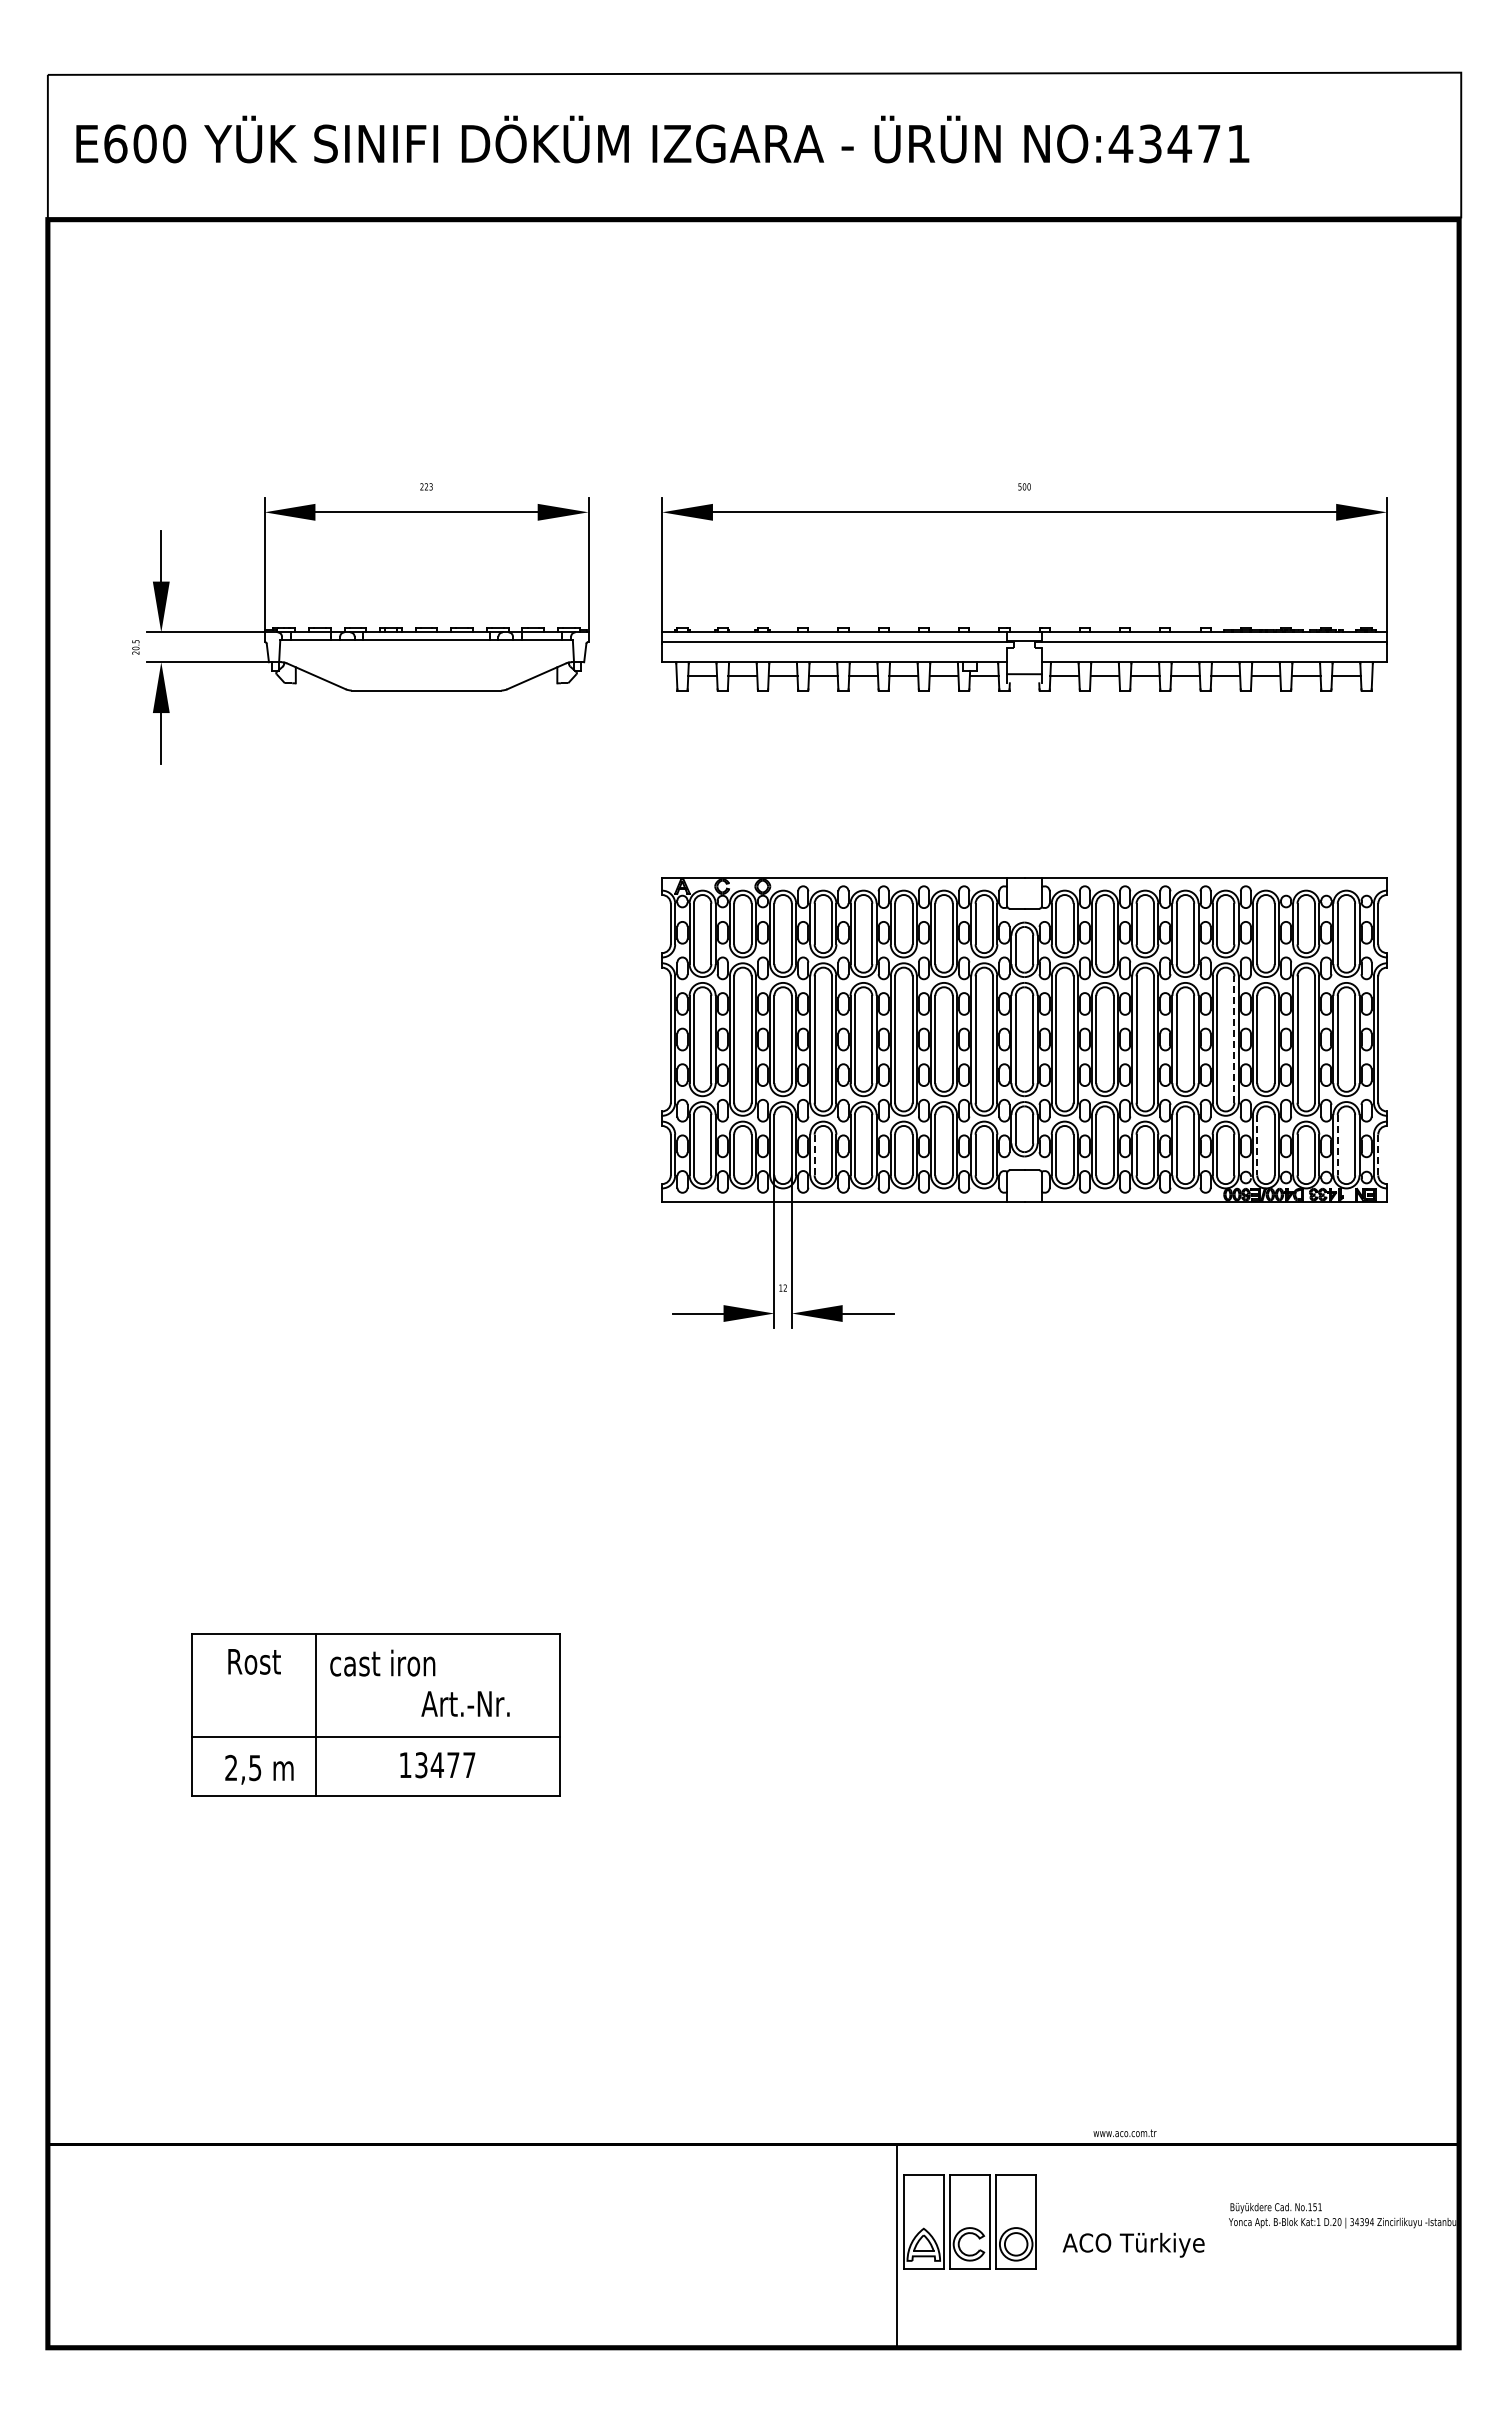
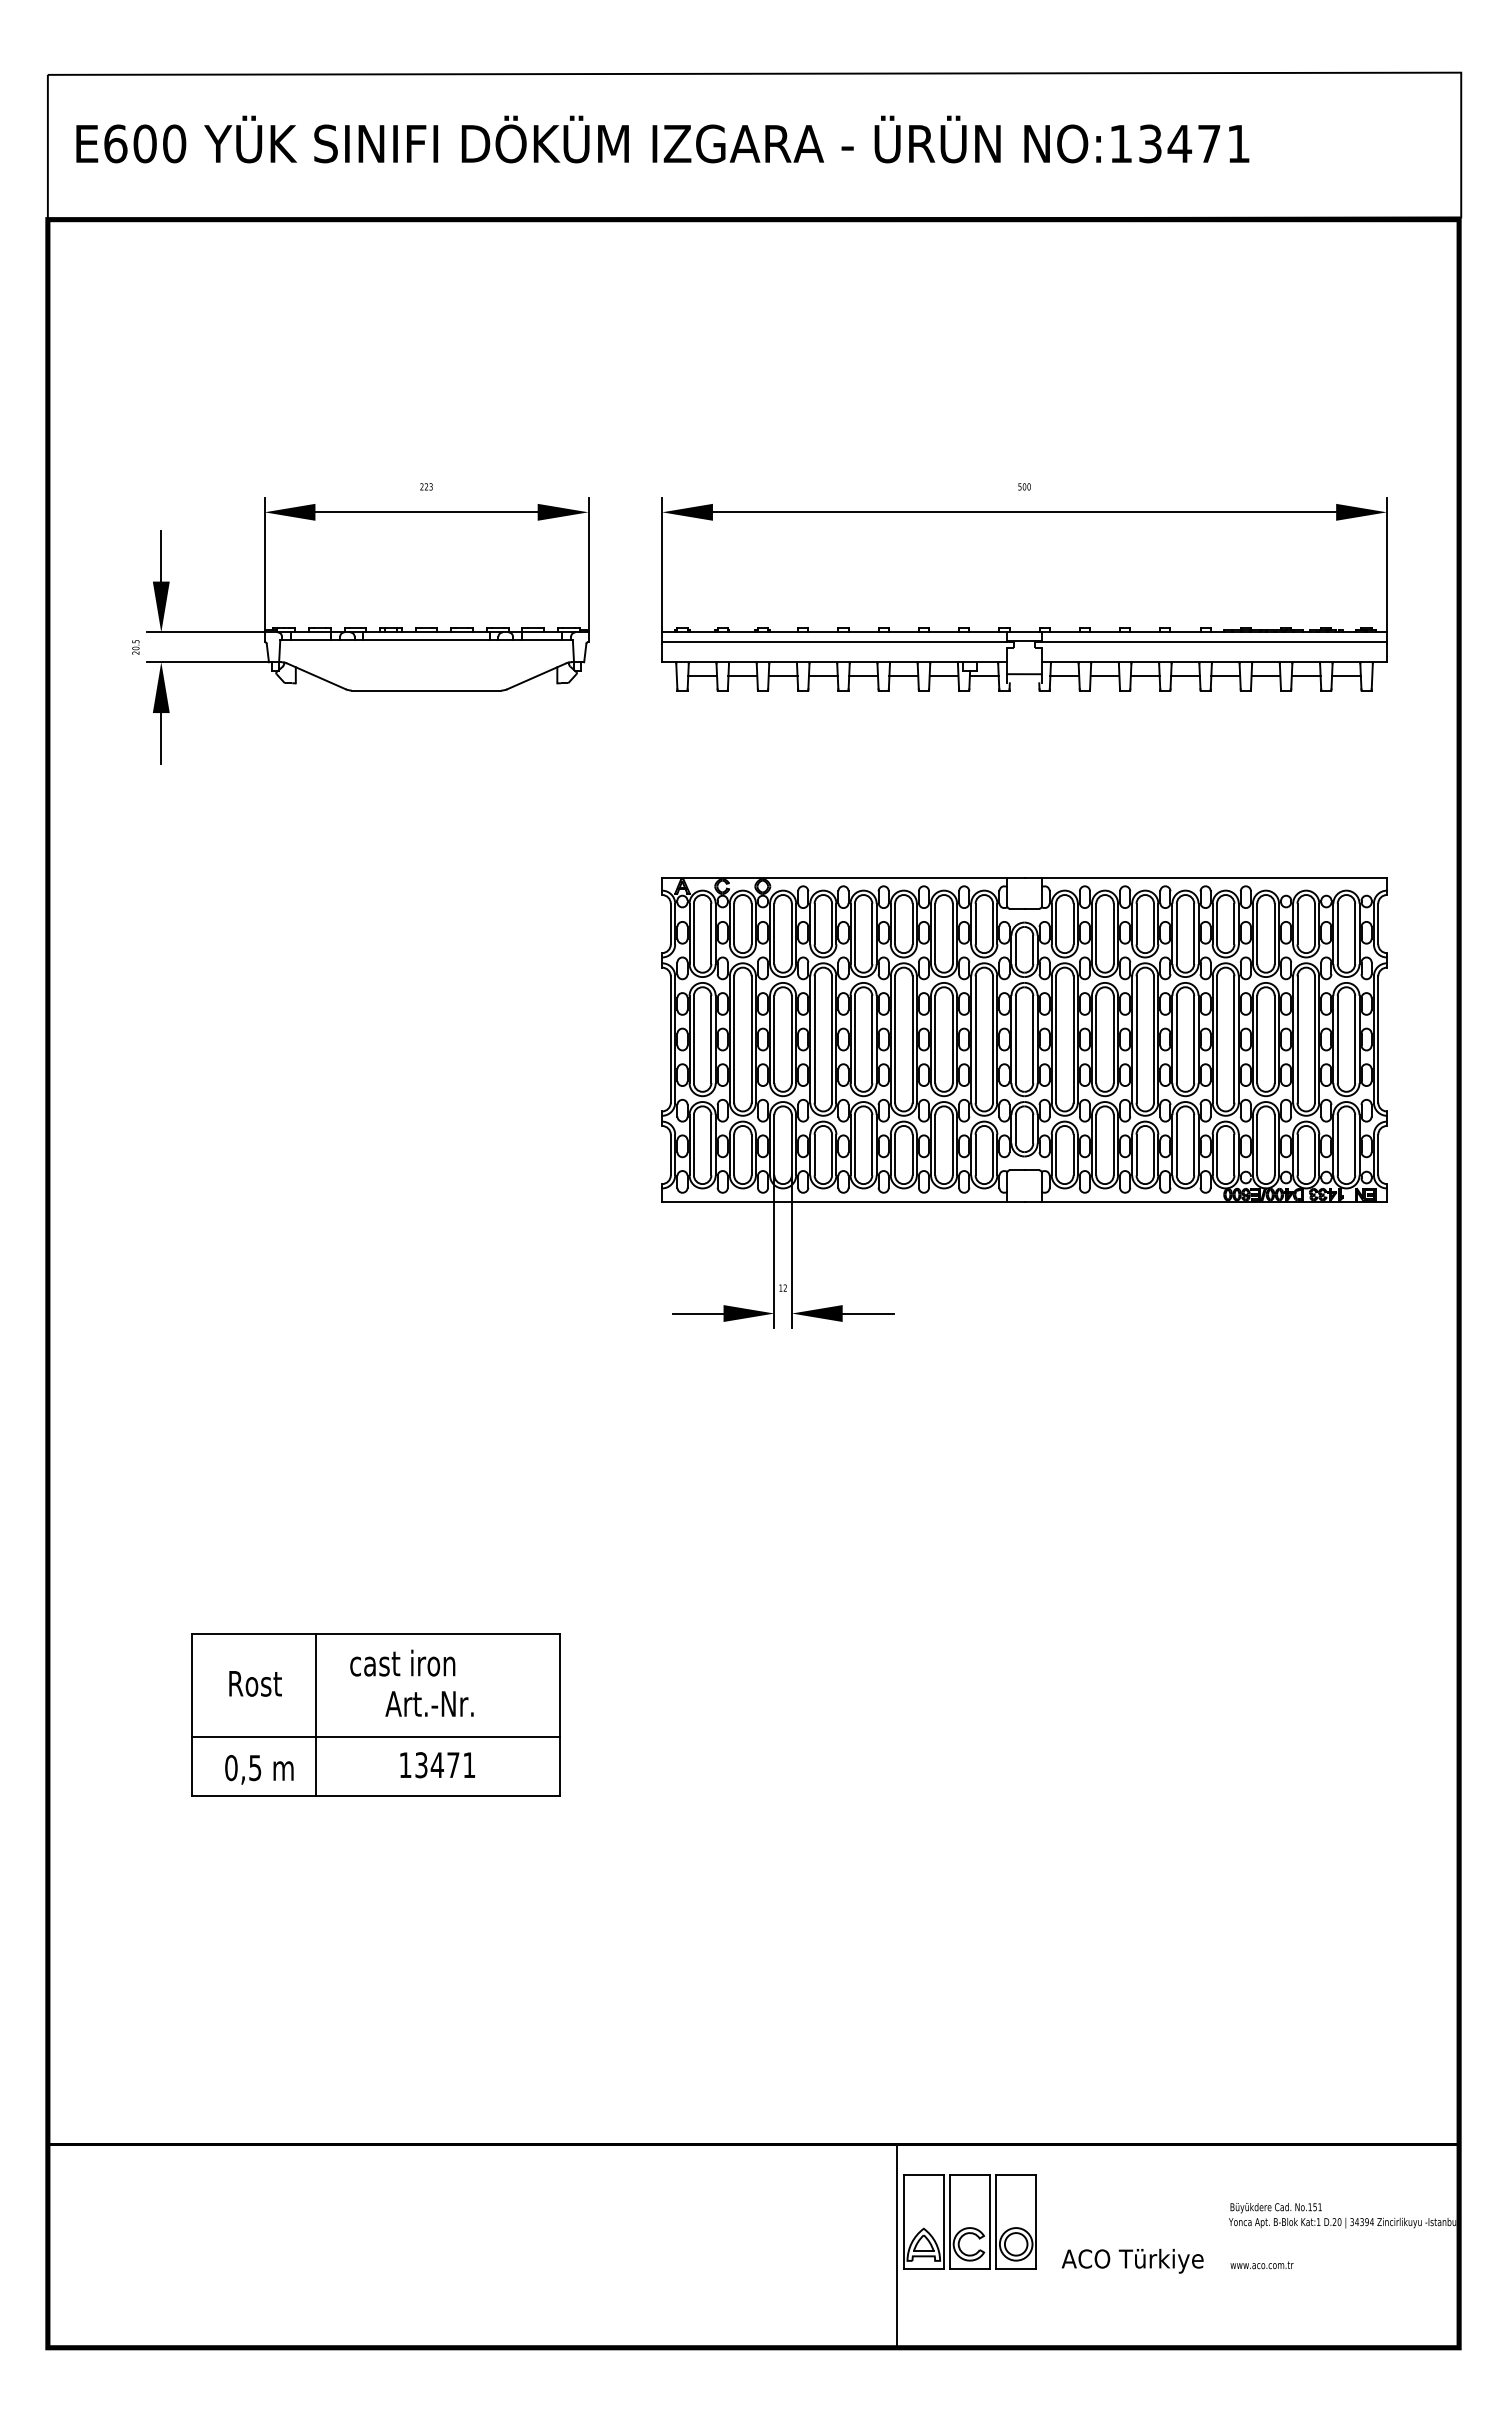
text at (1120, 143): NO:43471 -> NO:13471
line at (1234, 1039): dashed -> solid
line at (1257, 1145): dashed -> solid
line at (1337, 1145): dashed -> solid
line at (814, 1154): dashed -> solid
line at (1378, 1155): dashed -> solid
text at (254, 1661) position: (254, 1661) -> (255, 1683)
text at (382, 1662) position: (382, 1662) -> (402, 1662)
text at (465, 1703) position: (465, 1703) -> (429, 1703)
text at (469, 1764): 13477 -> 13471
text at (231, 1767): 2,5 -> 0,5
text at (1124, 2133) position: (1124, 2133) -> (1261, 2265)
text at (1133, 2244) position: (1133, 2244) -> (1132, 2260)
